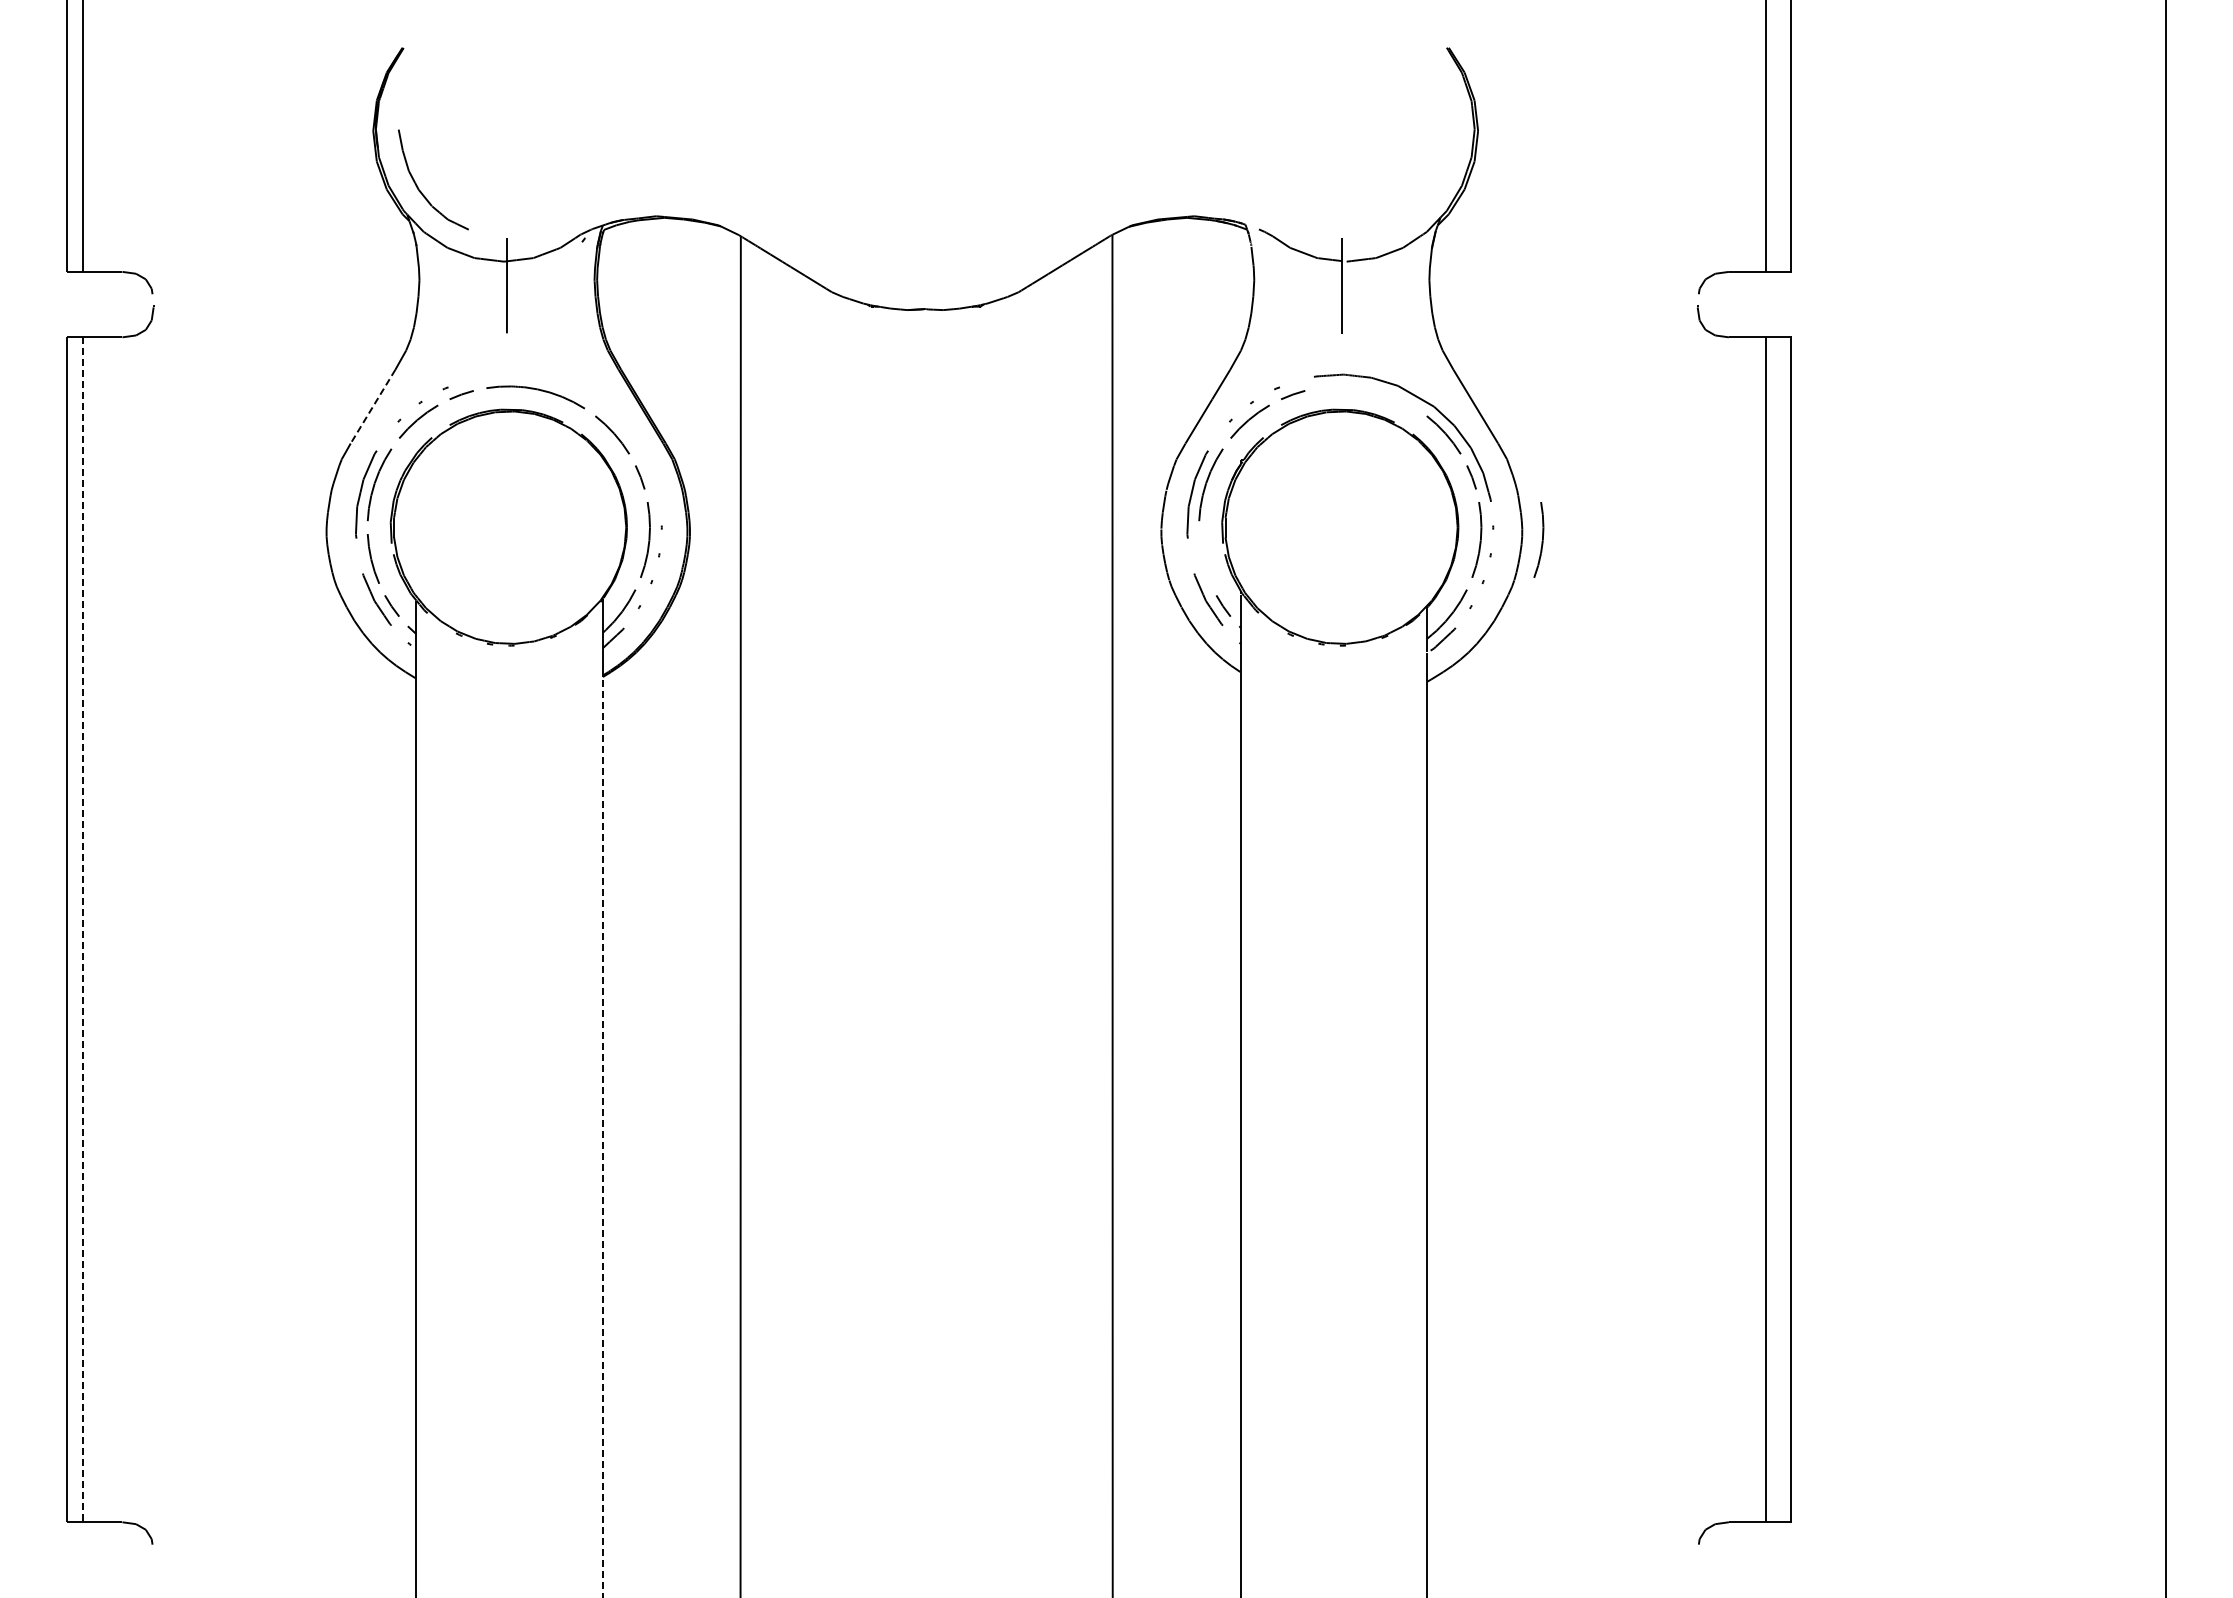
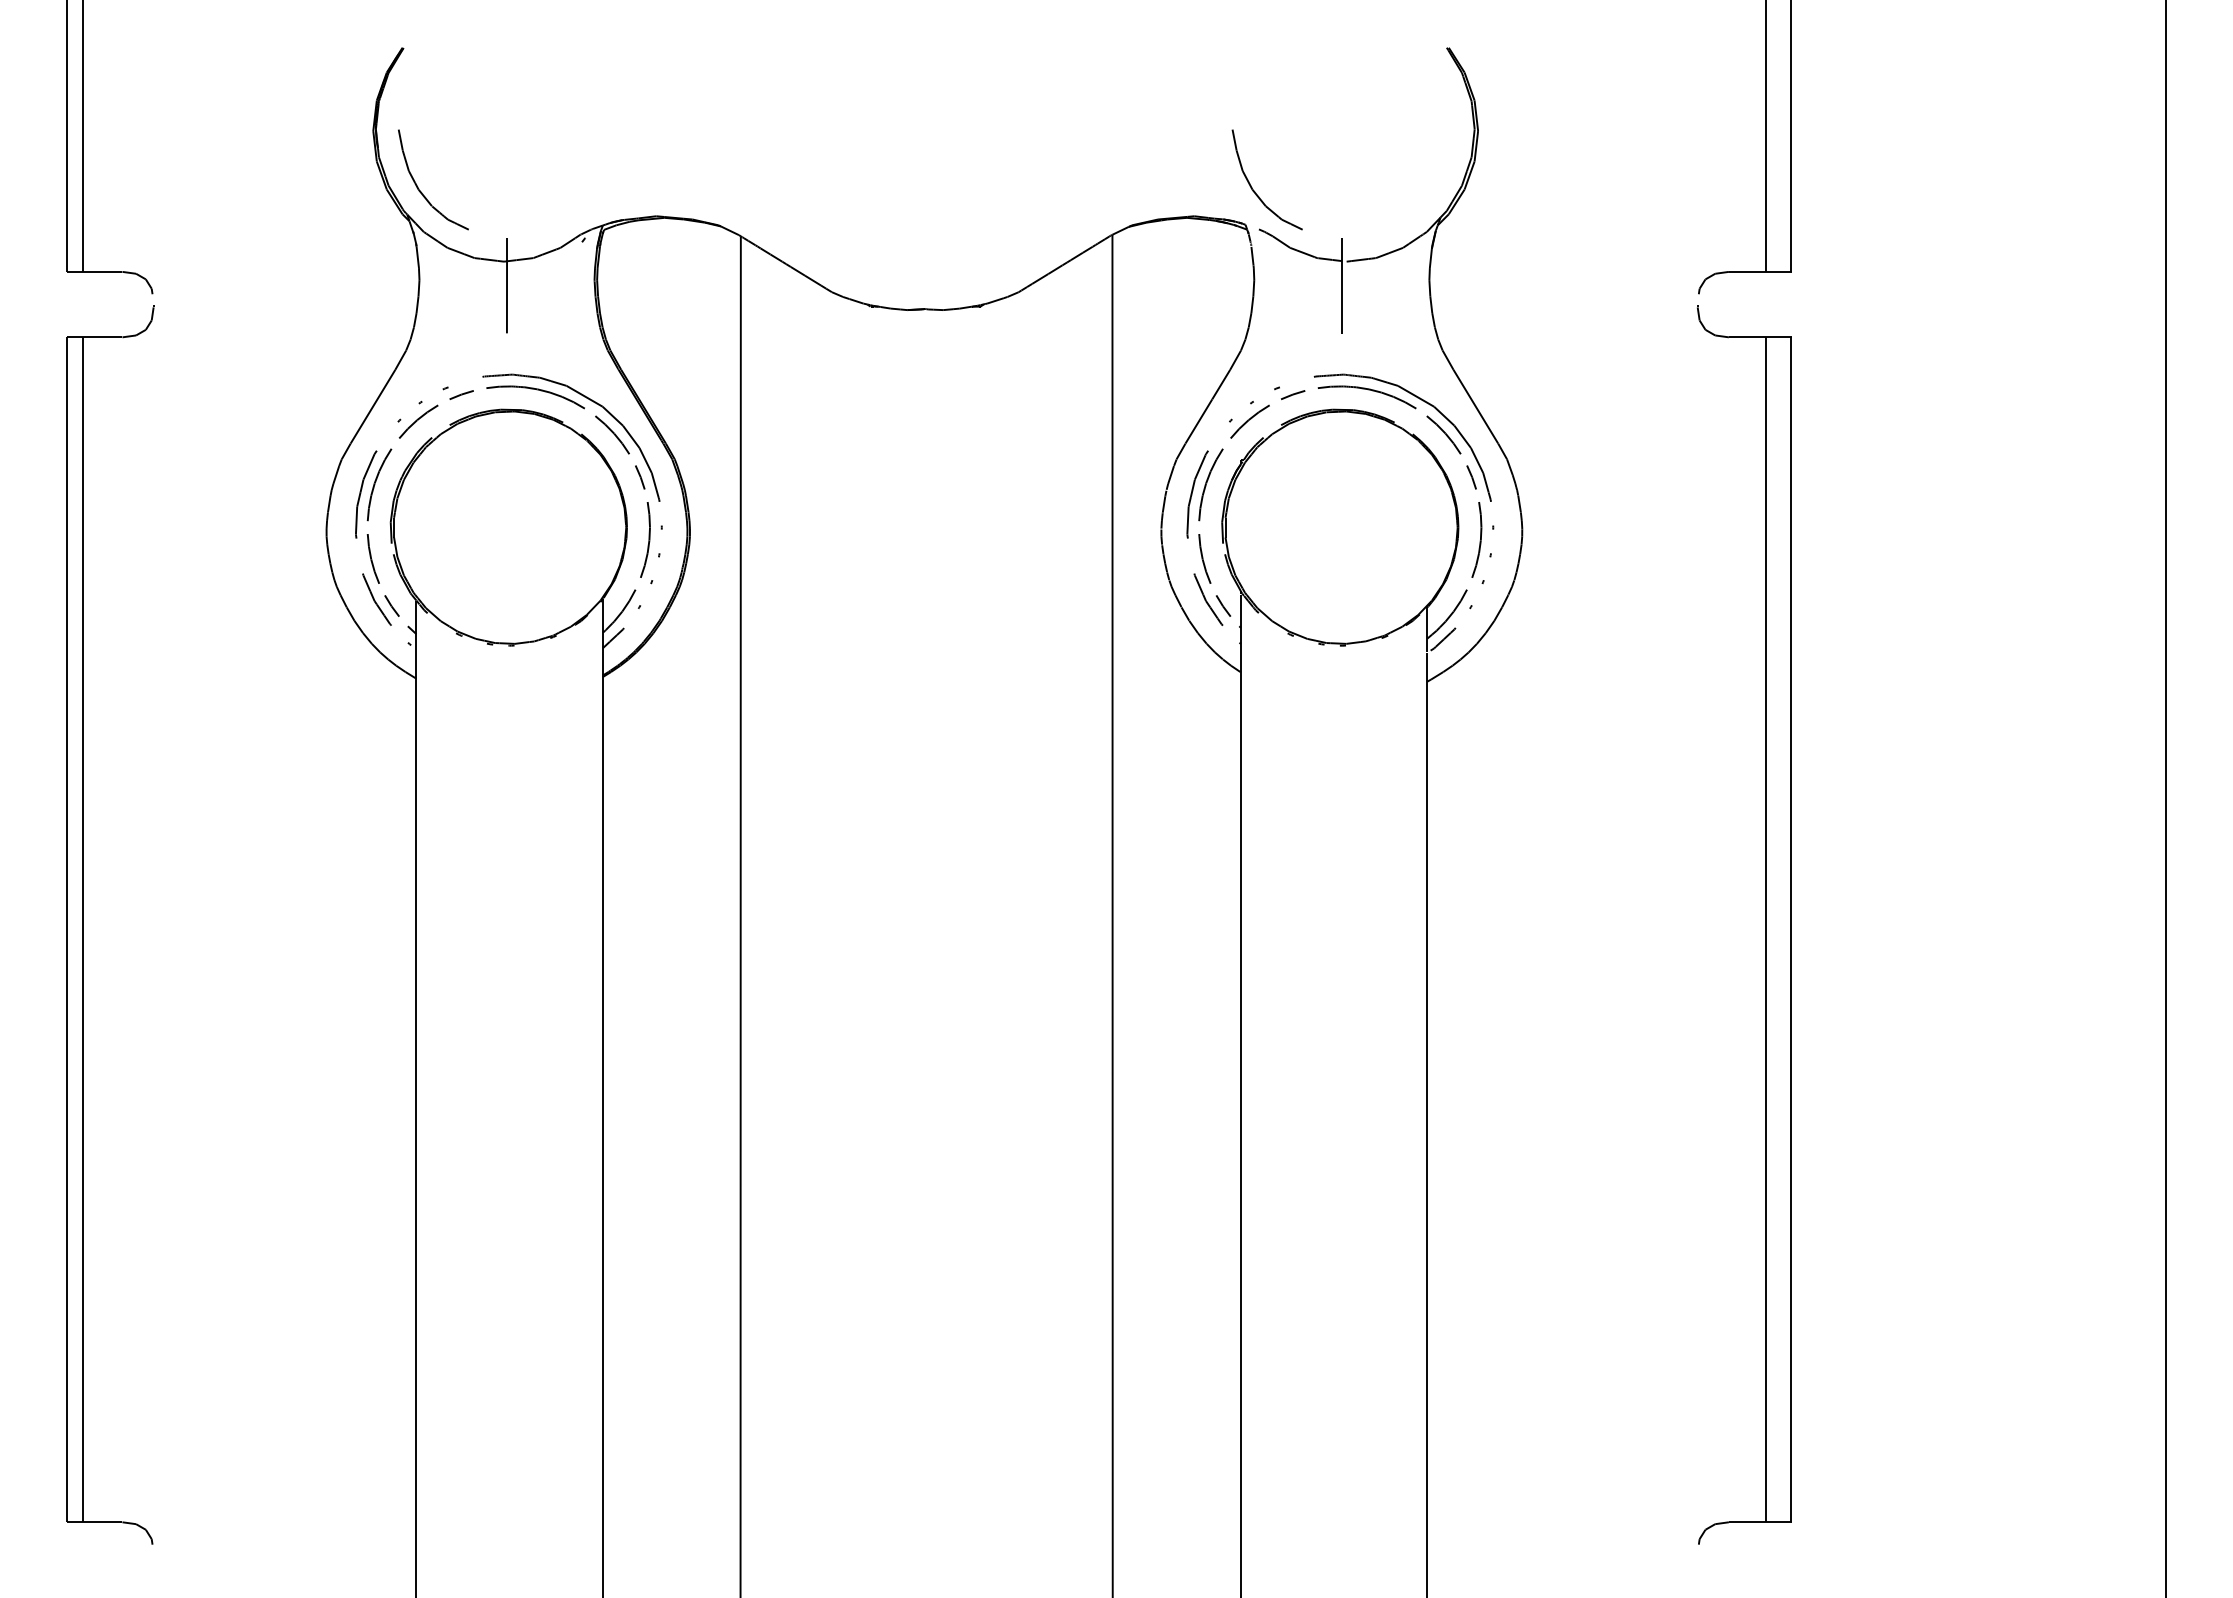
part at (1252, 187): none -> present
part at (1368, 390): none -> present
part at (594, 403): none -> present
line at (372, 407): dashed -> solid
part at (1538, 539): present -> none
part at (1204, 558): none -> present
line at (83, 930): dashed -> solid
line at (602, 1136): dashed -> solid
